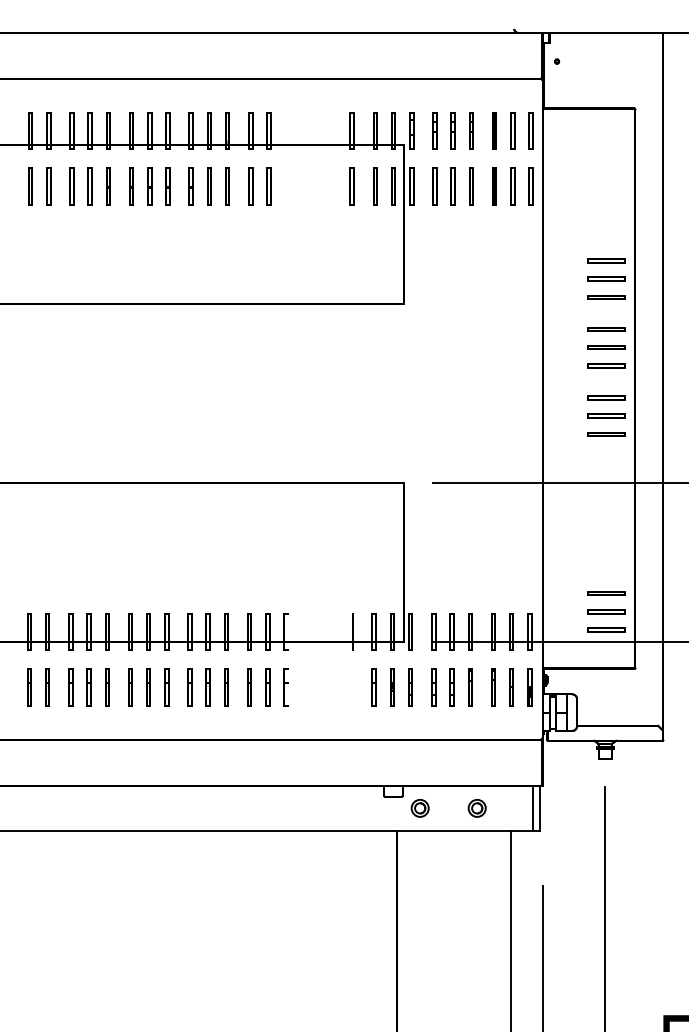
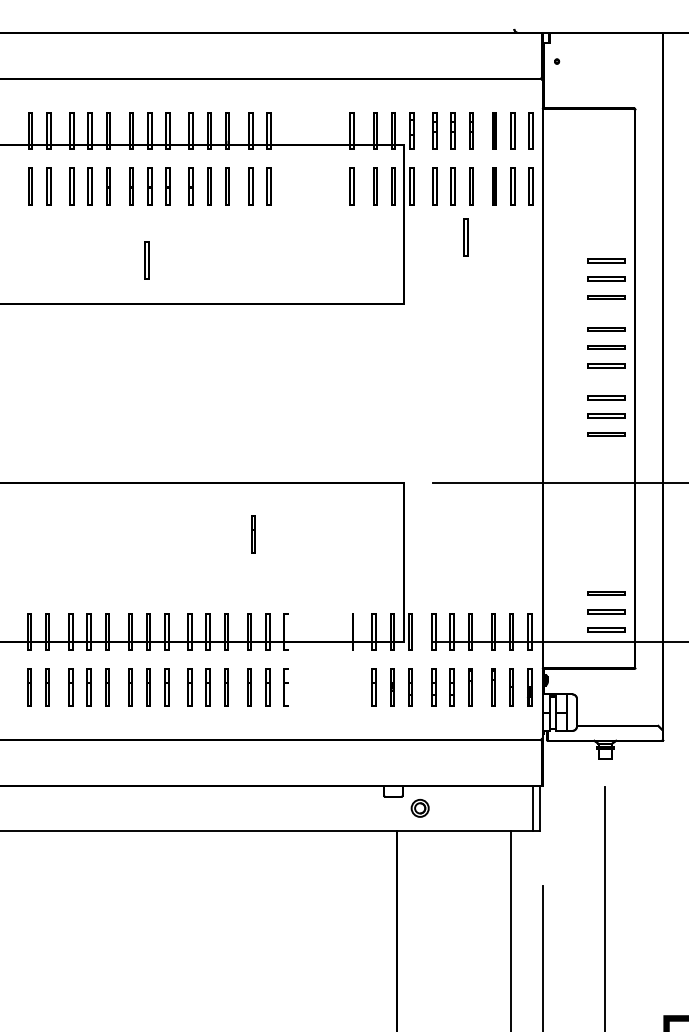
part at (465, 237): none -> present
part at (146, 260): none -> present
line at (252, 534): none -> present
part at (476, 808): present -> none
